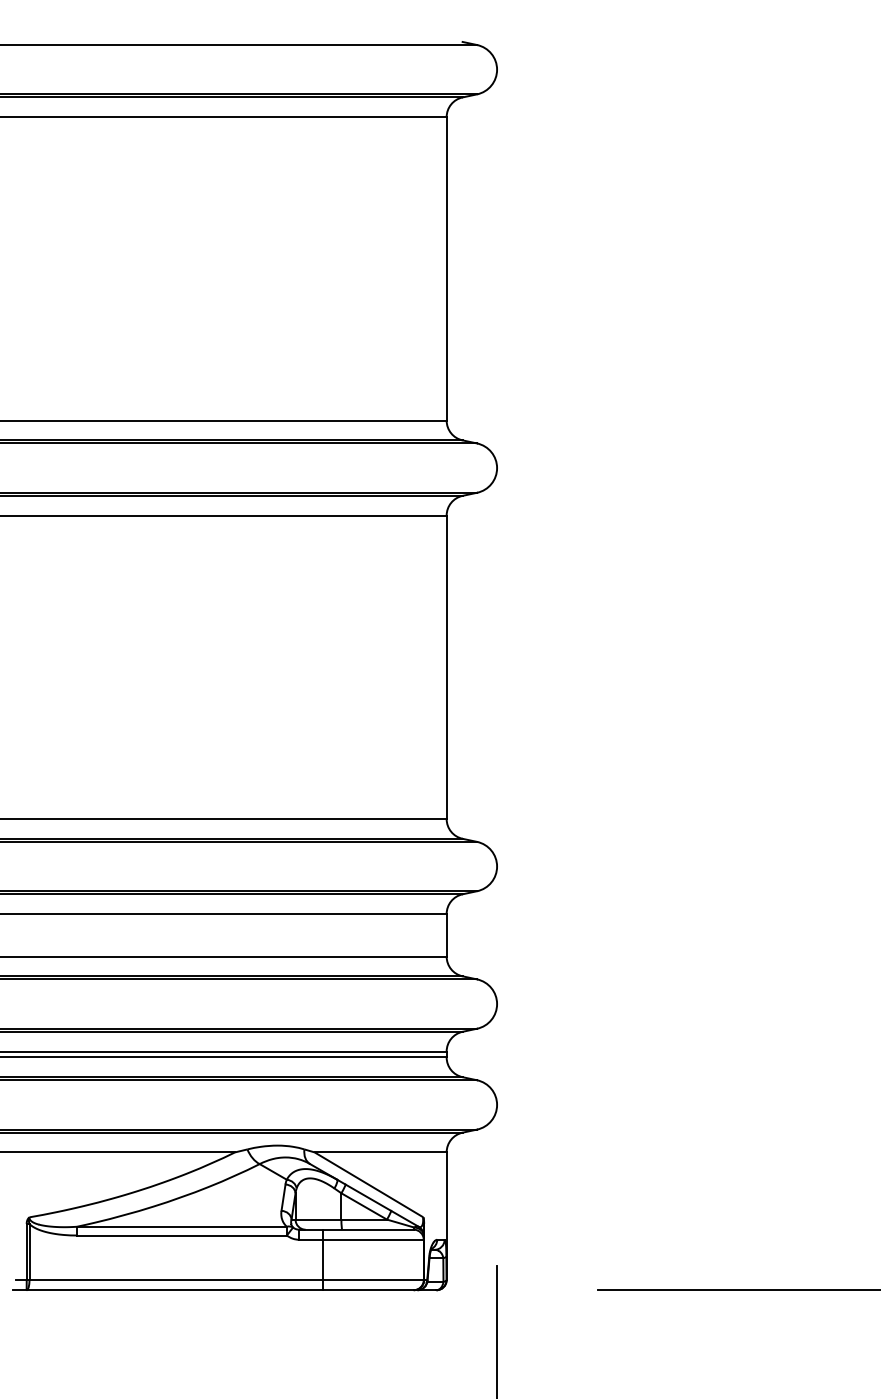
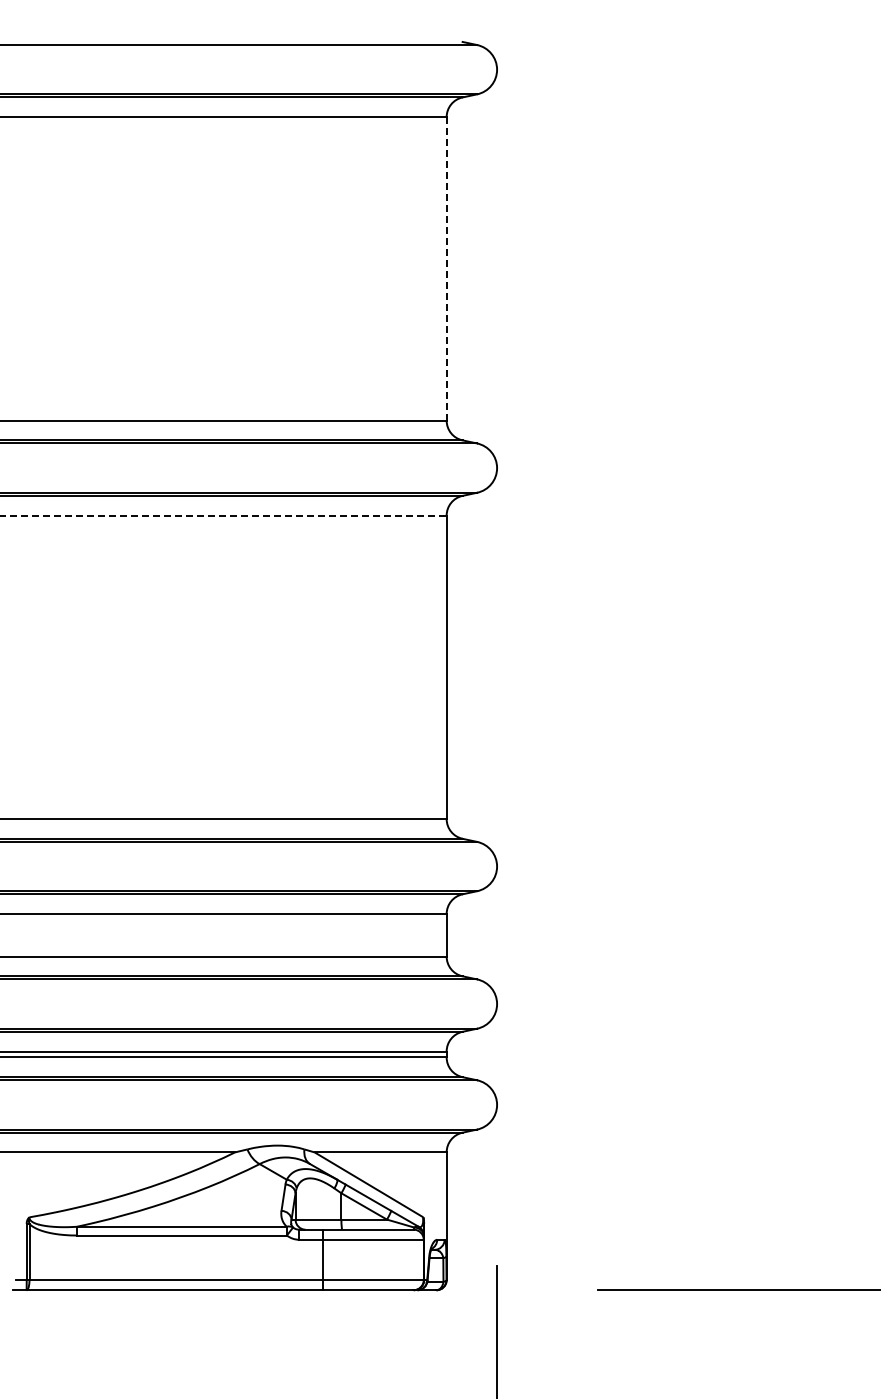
line at (446, 268): solid -> dashed
line at (223, 515): solid -> dashed
